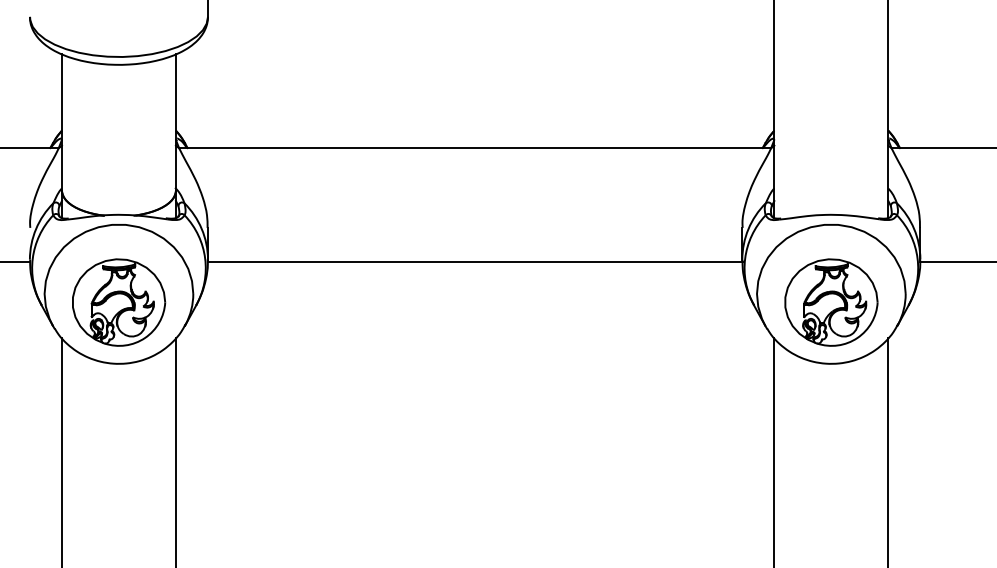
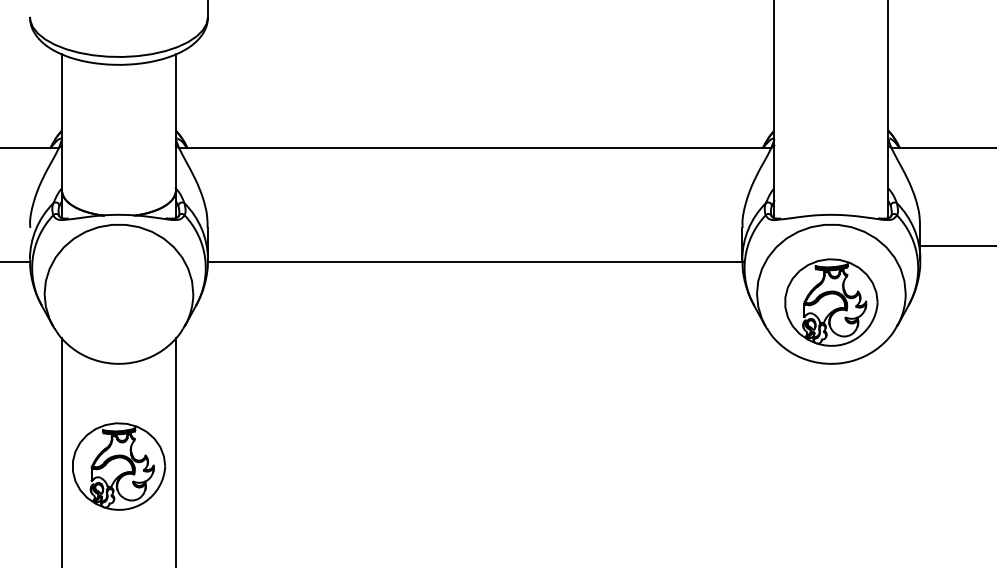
line at (956, 262) position: (956, 262) -> (956, 246)
part at (119, 302) position: (119, 302) -> (119, 466)
line at (774, 450): present -> none
line at (888, 450): present -> none
